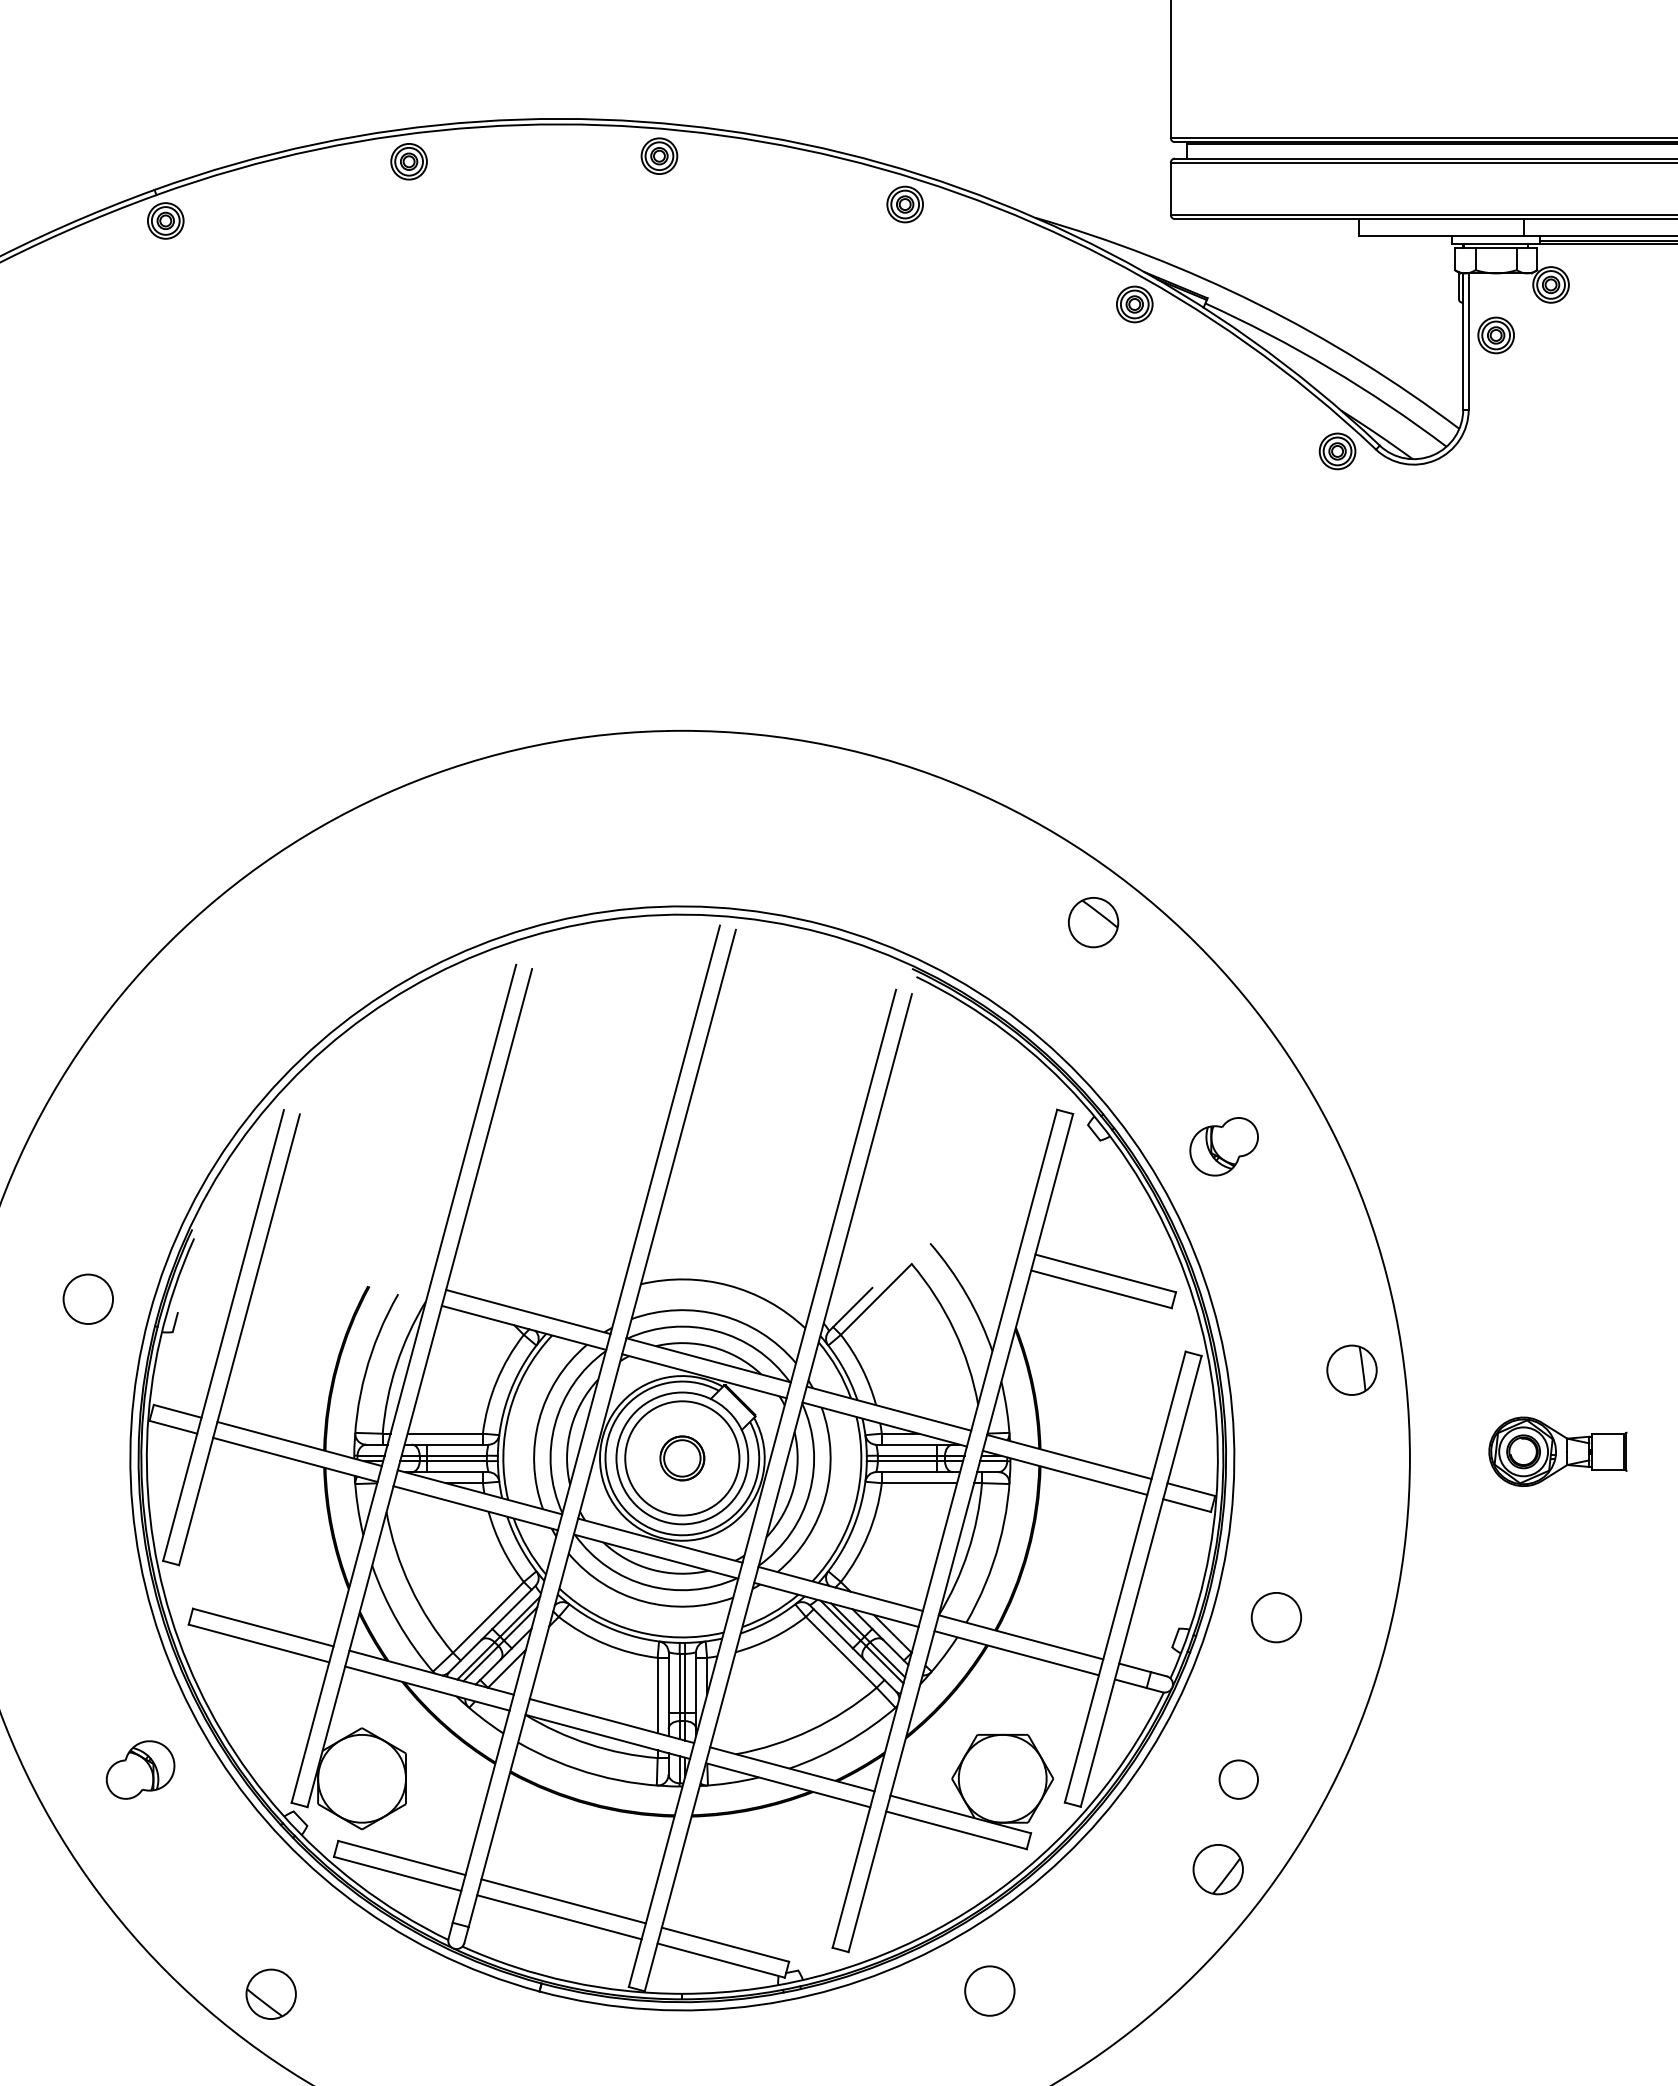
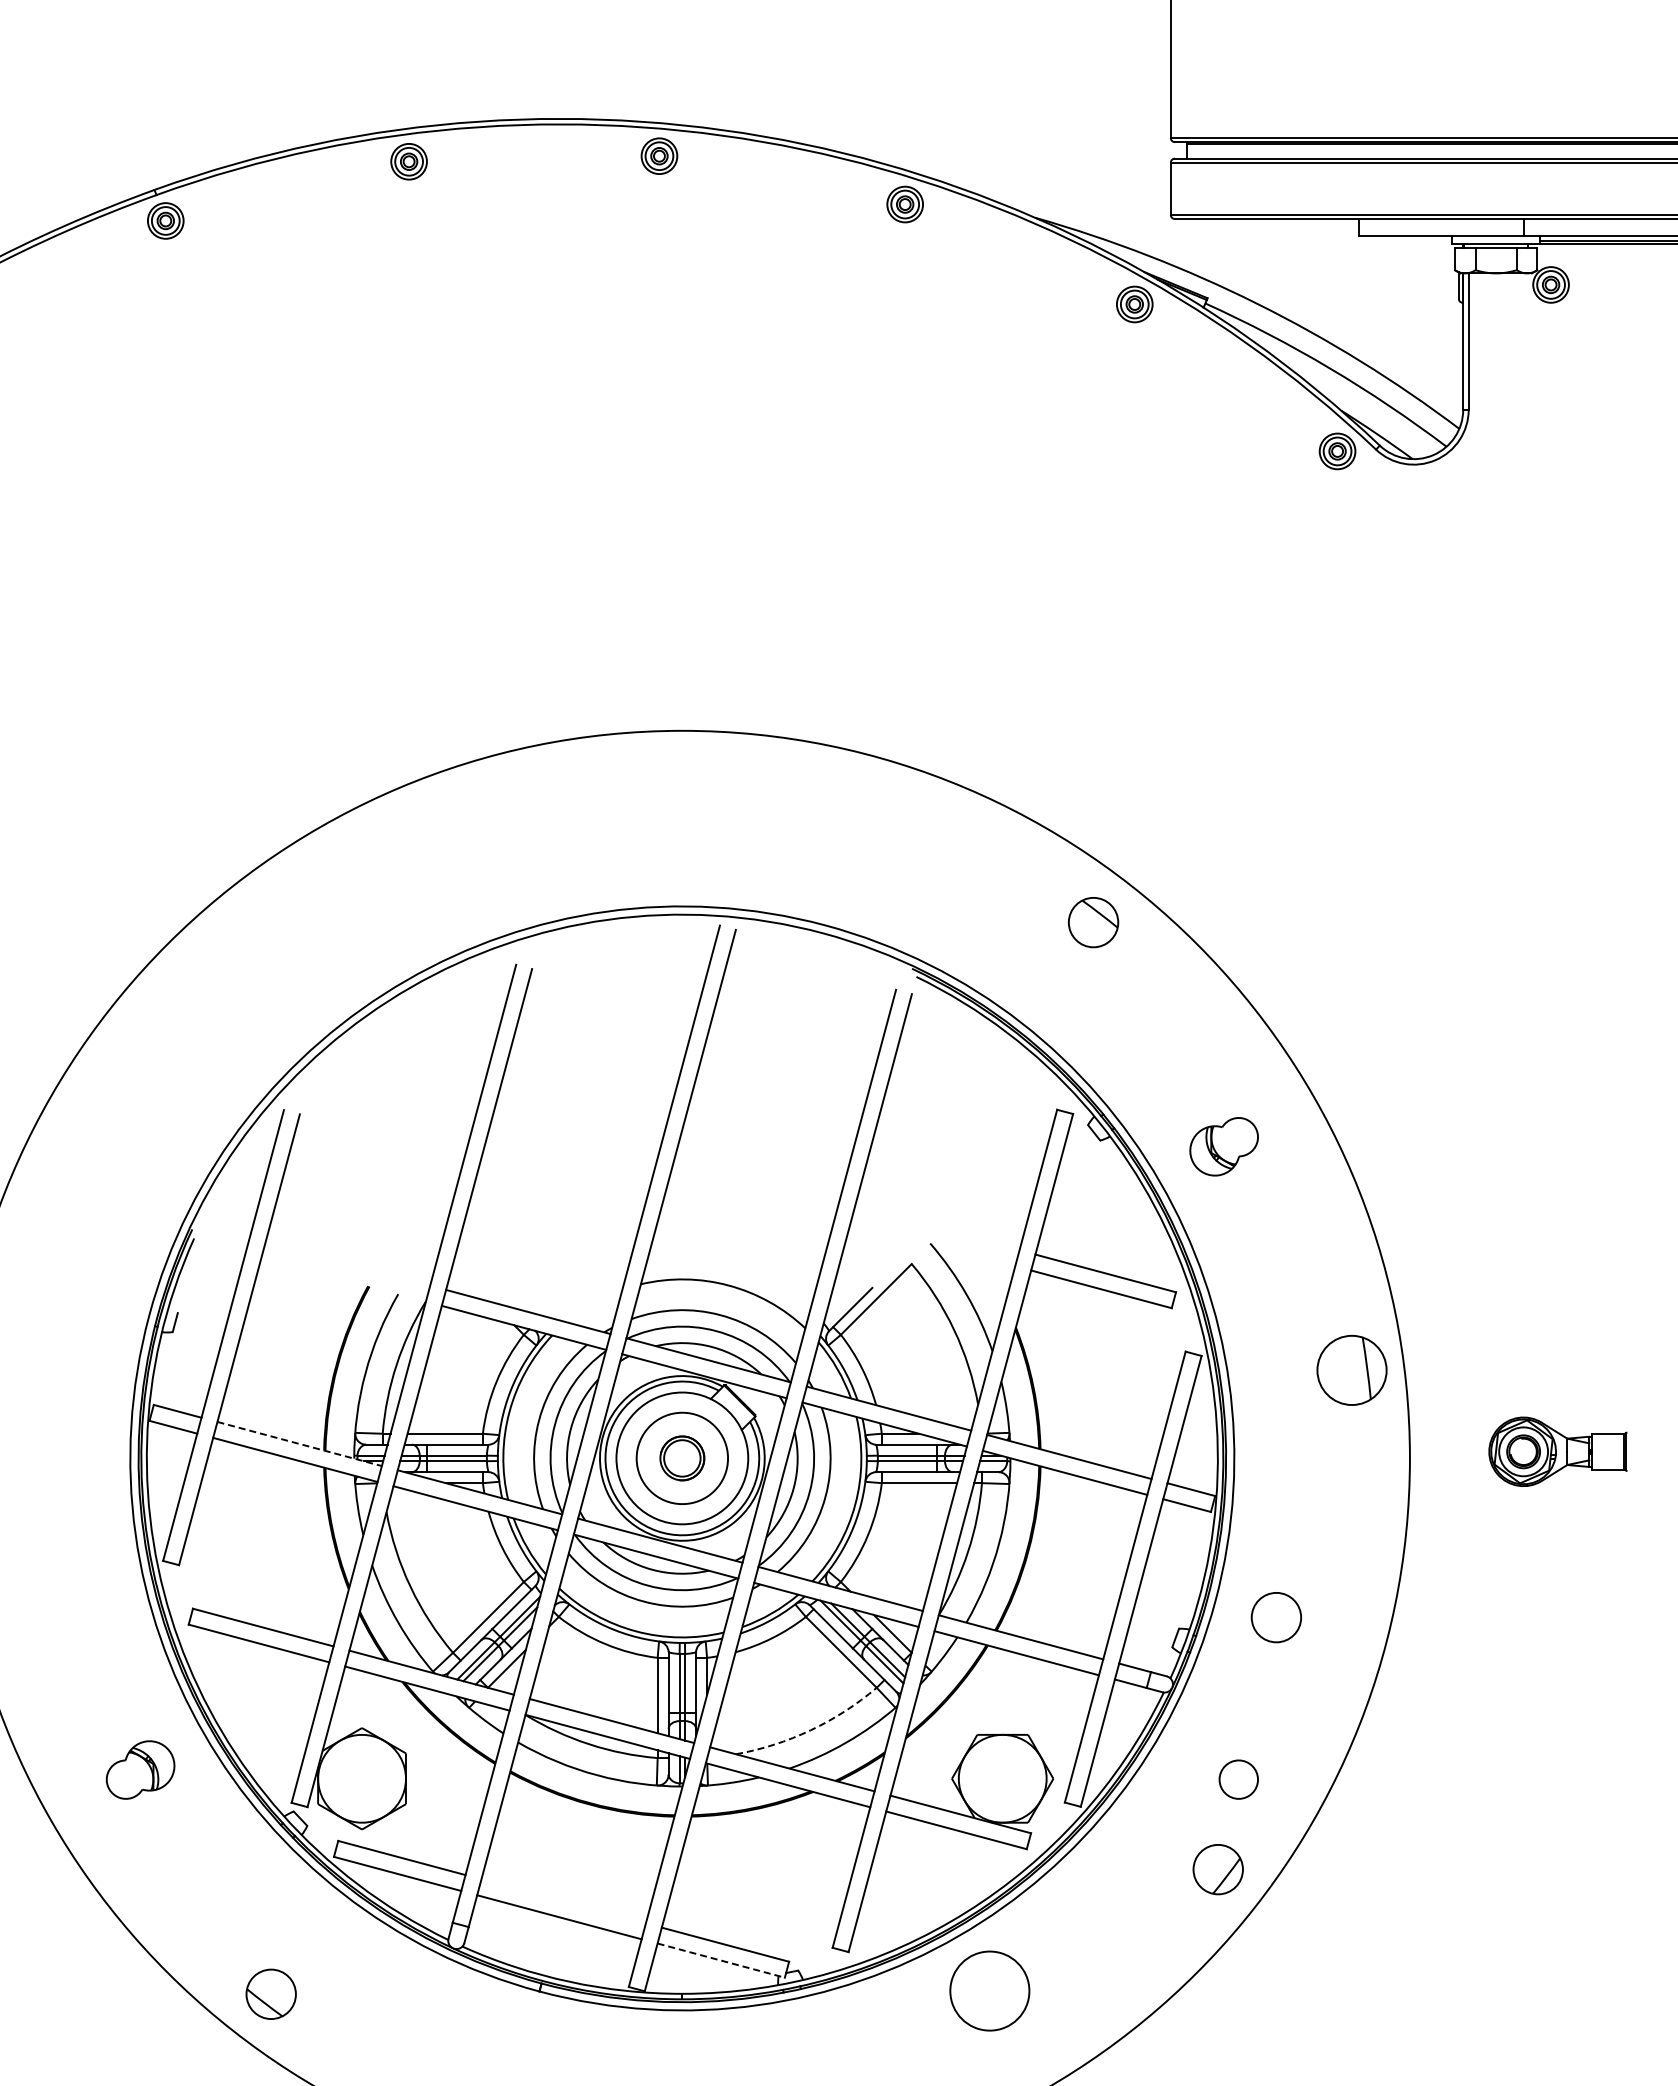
part at (1495, 335): present -> none
circle at (87, 1298): present -> none
part at (1351, 1369) size: 52x52 px -> 72x72 px
line at (300, 1444): solid -> dashed
circle at (682, 1458) diameter: 114 px -> 91 px
arc at (810, 1730): solid -> dashed
line at (563, 1901): present -> none
line at (721, 1960): solid -> dashed
circle at (989, 1990) diameter: 49 px -> 79 px
